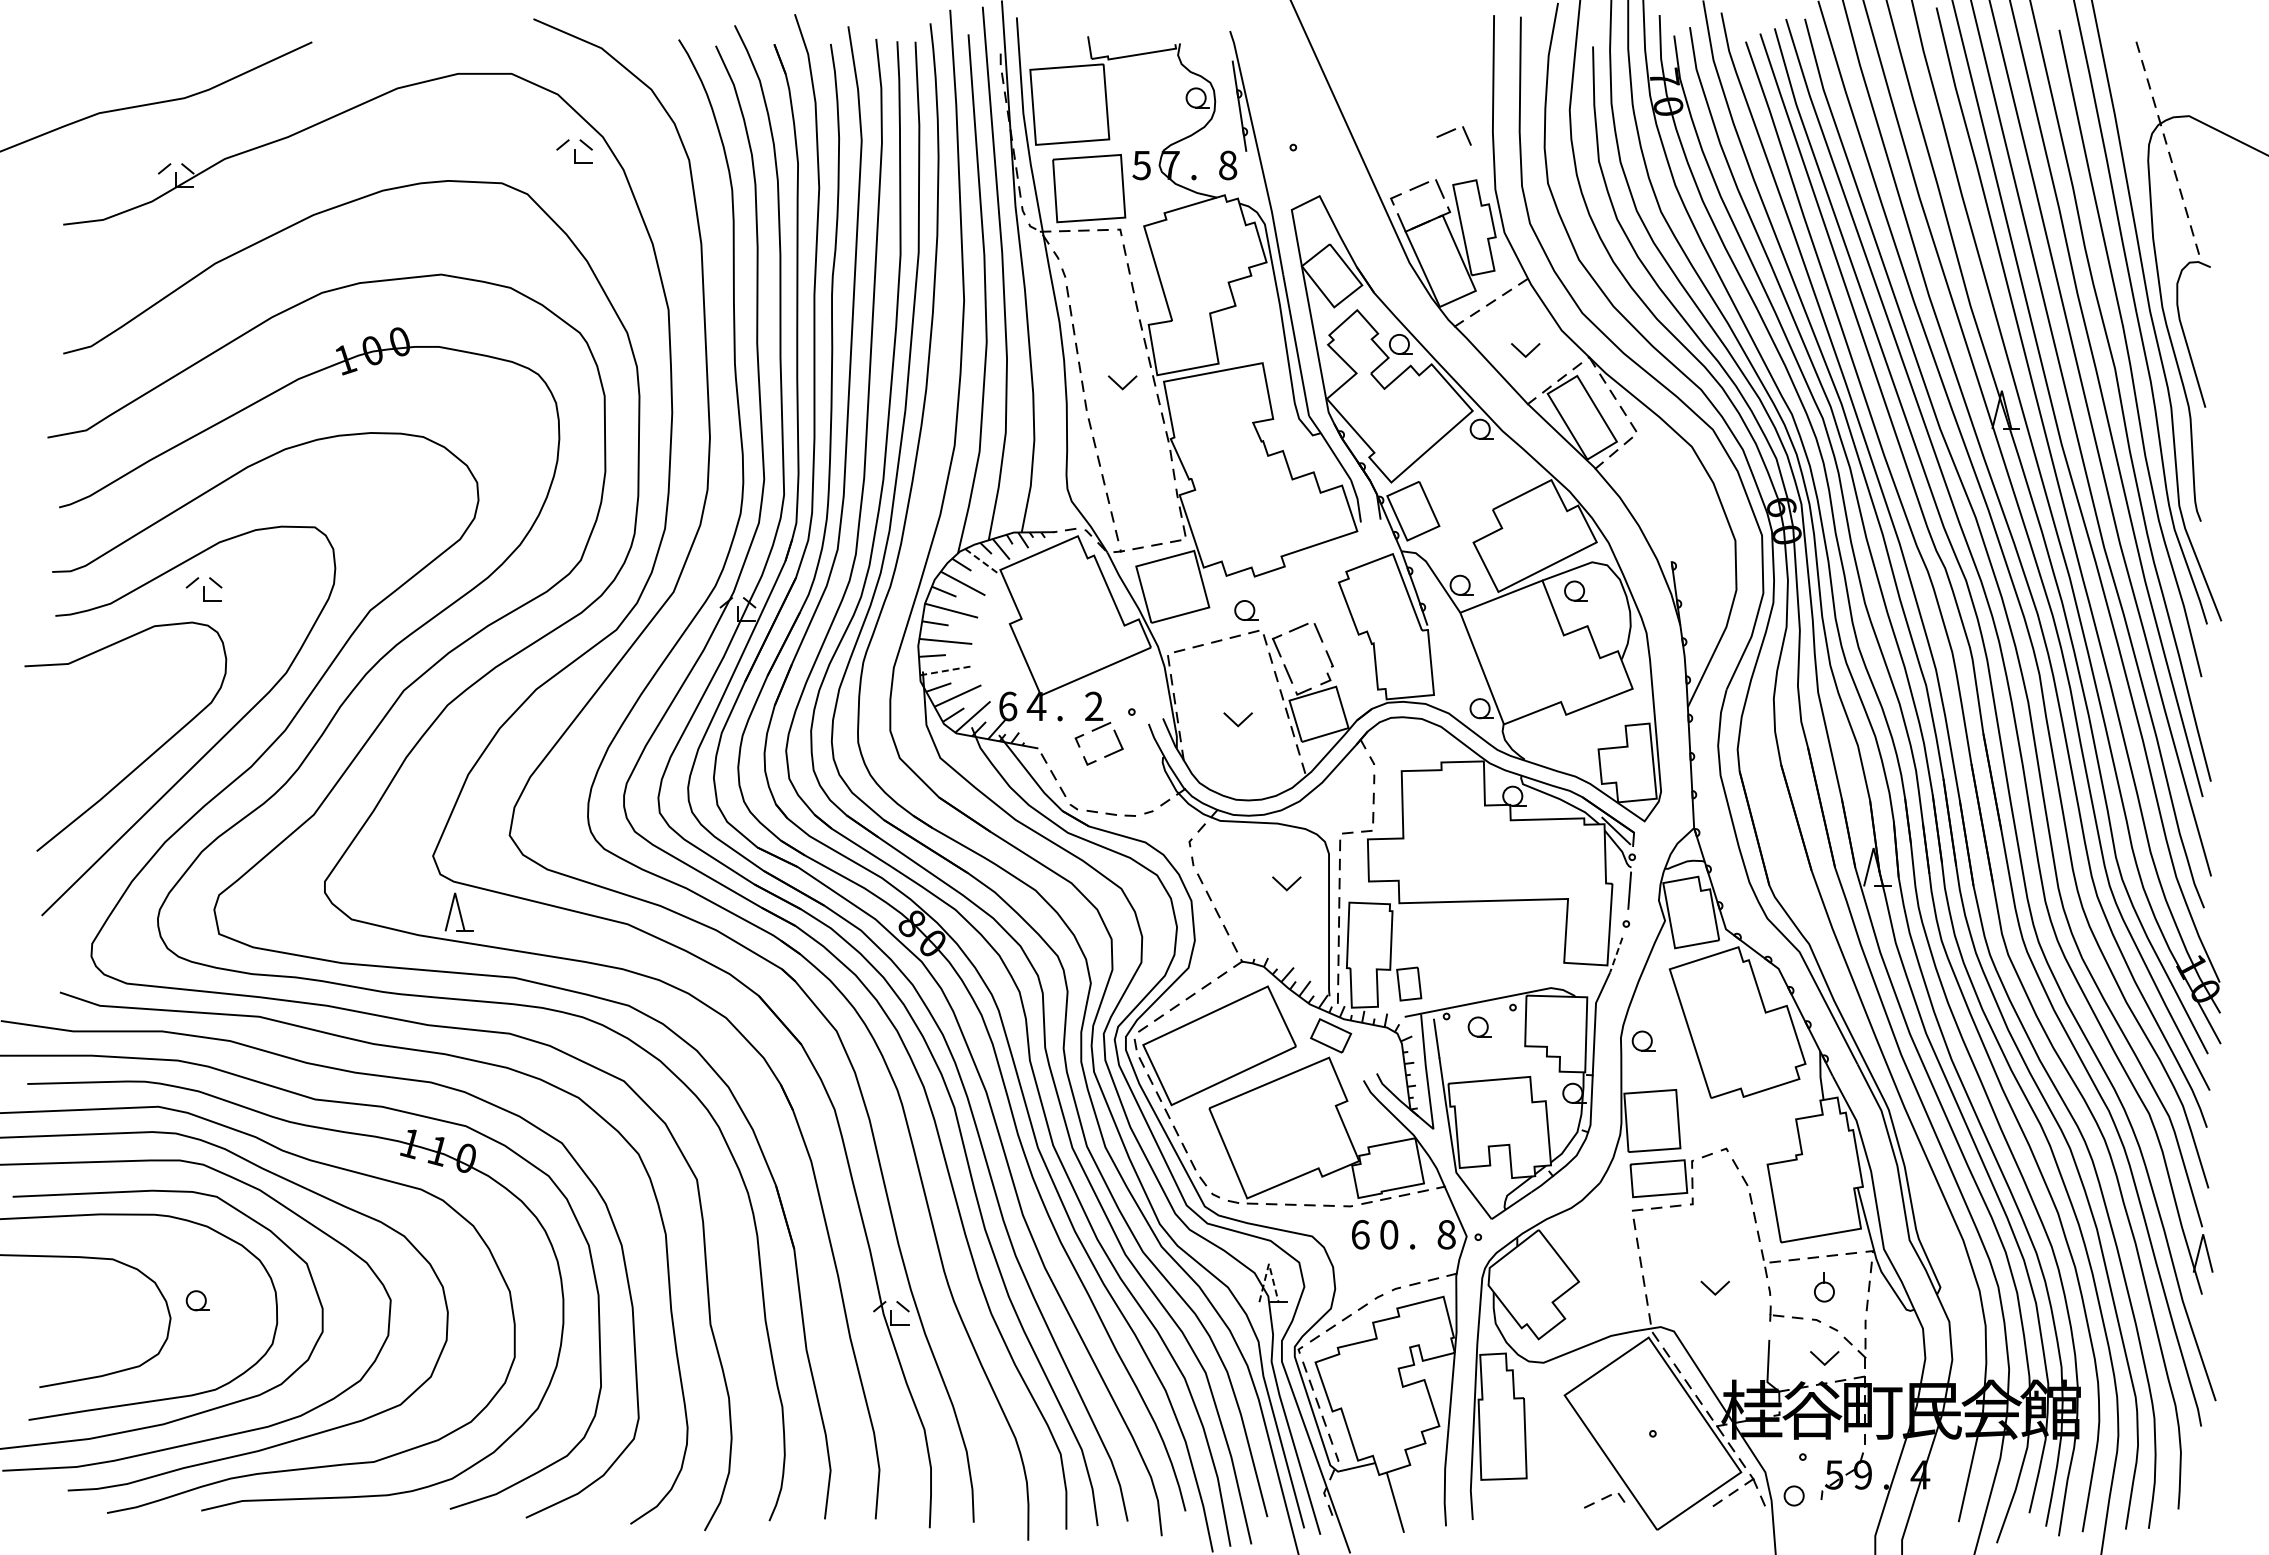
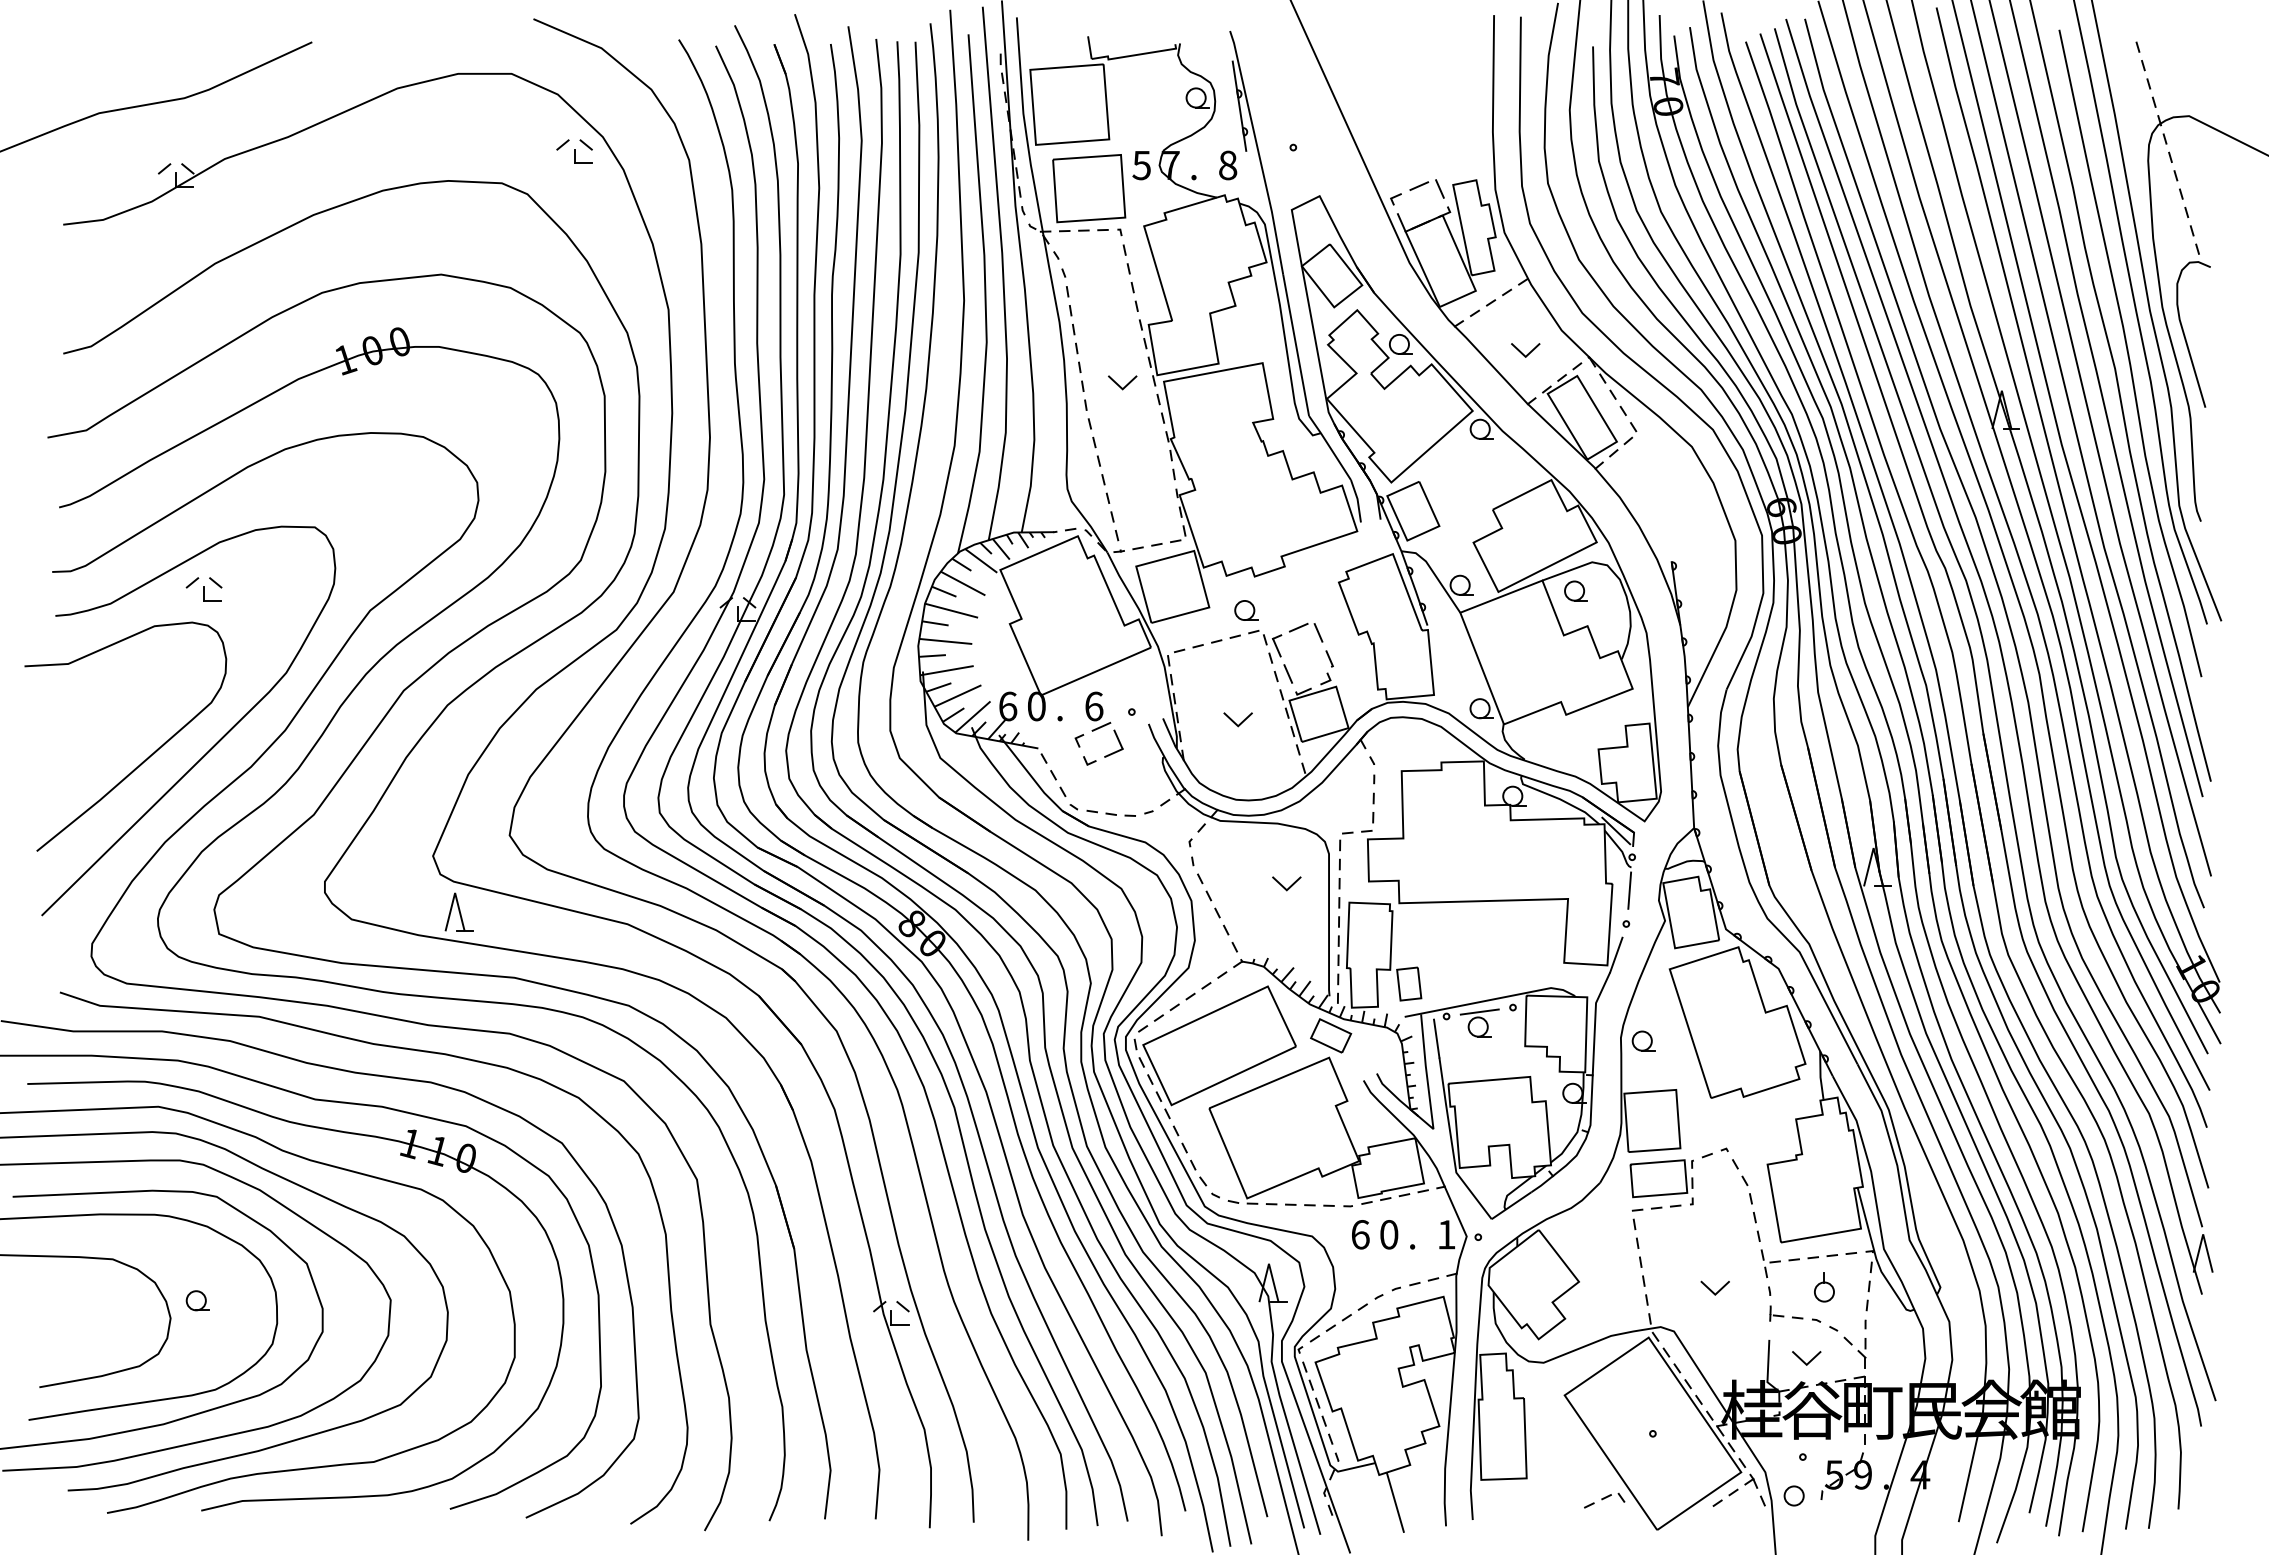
part at (1453, 135): present -> none
line at (981, 560): dashed -> solid
line at (947, 670): dashed -> solid
text at (1036, 706): 4 -> 0
text at (1094, 706): 2 -> 6
line at (1616, 955): dashed -> solid
line at (1479, 1011): none -> present
text at (1446, 1234): 8 -> 1
line at (1268, 1263): dashed -> solid
line at (1821, 1360) position: (1821, 1360) -> (1803, 1360)
